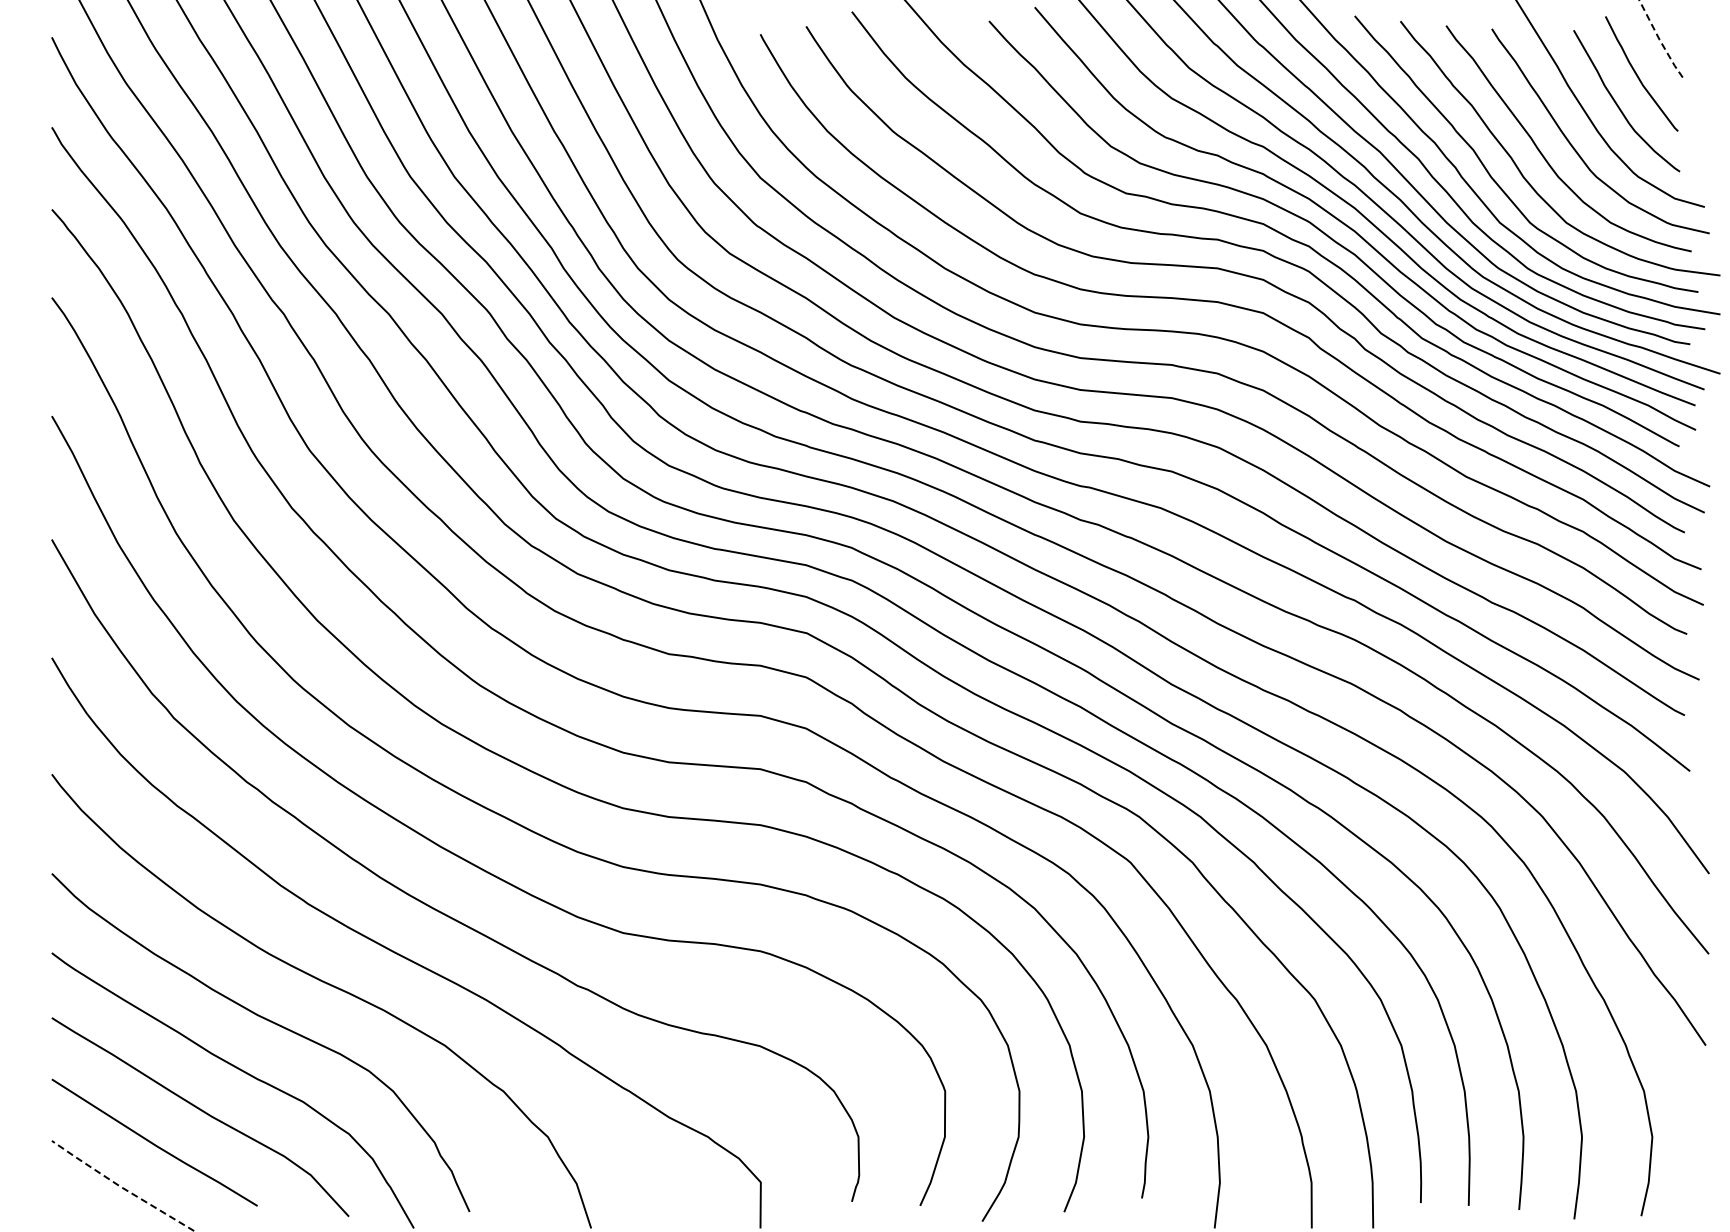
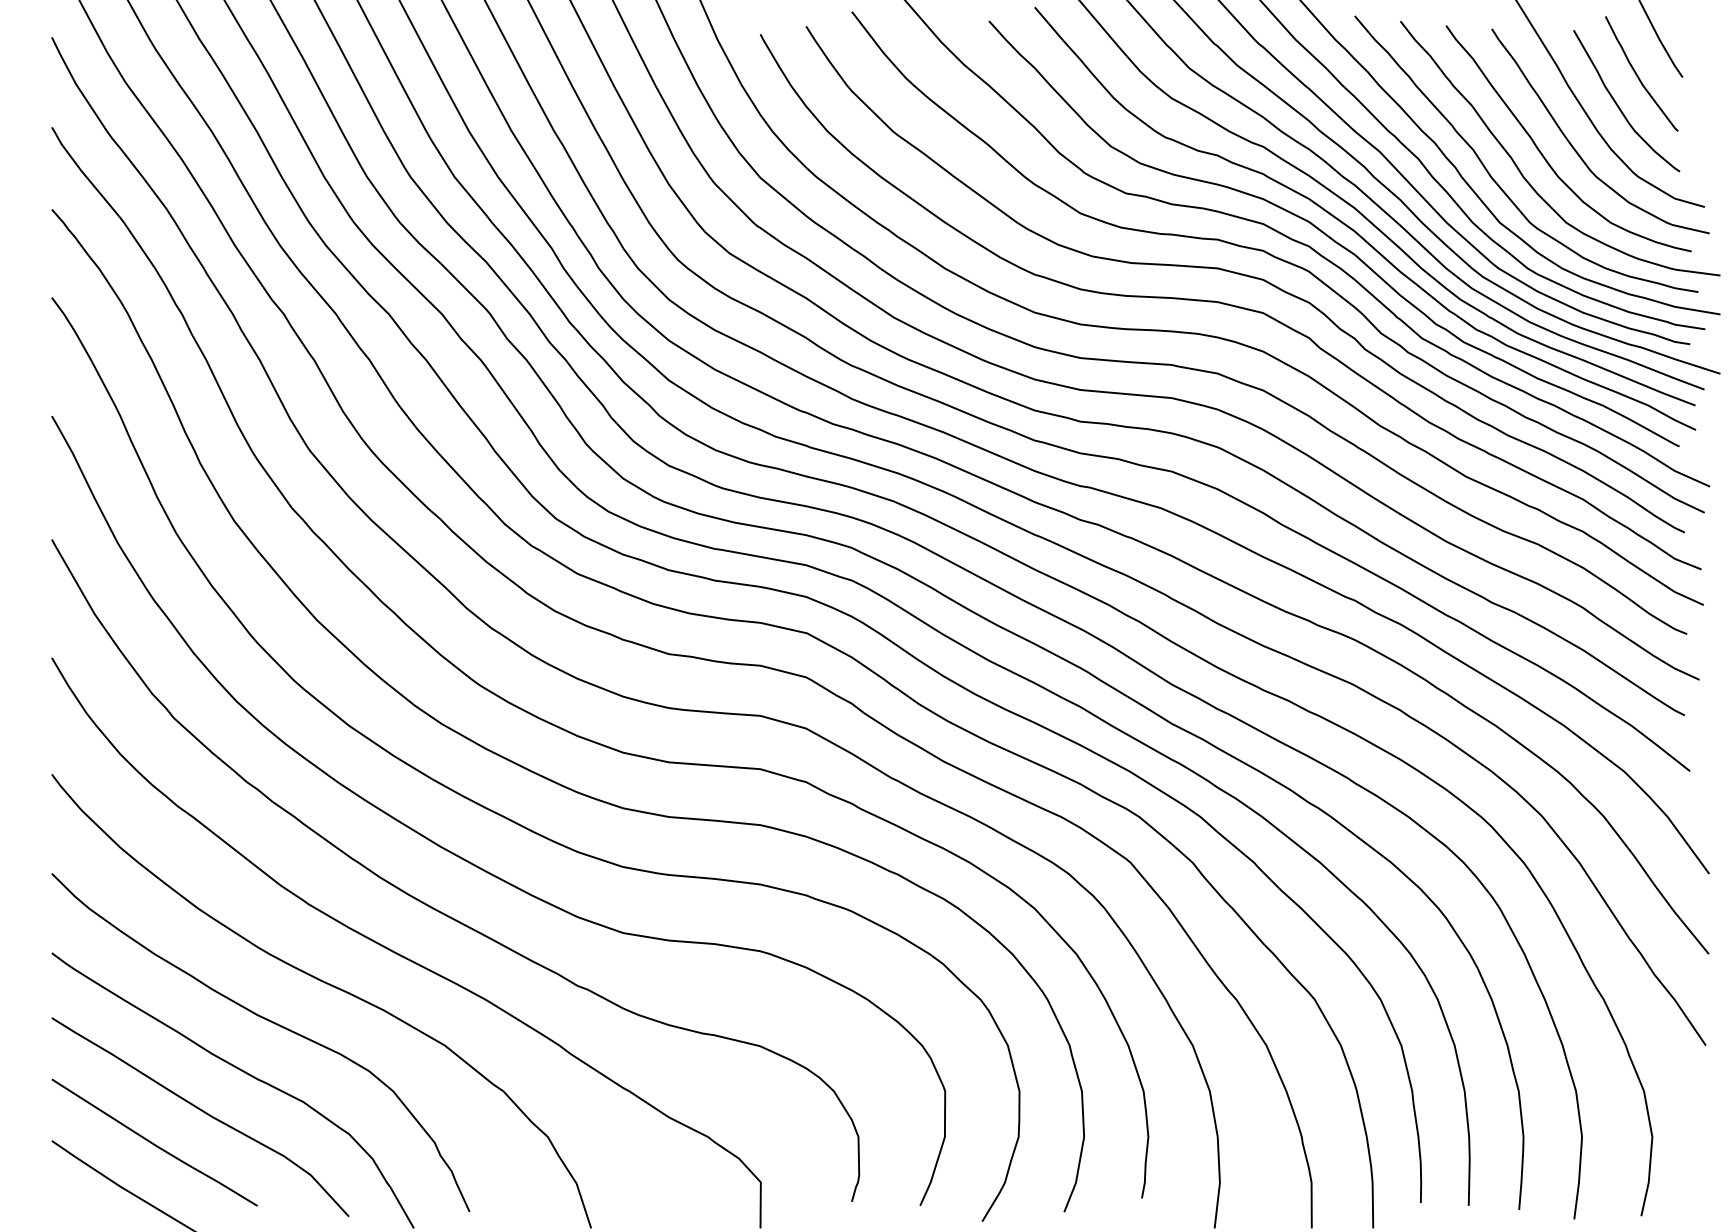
line at (1660, 40): dashed -> solid
line at (121, 1187): dashed -> solid
